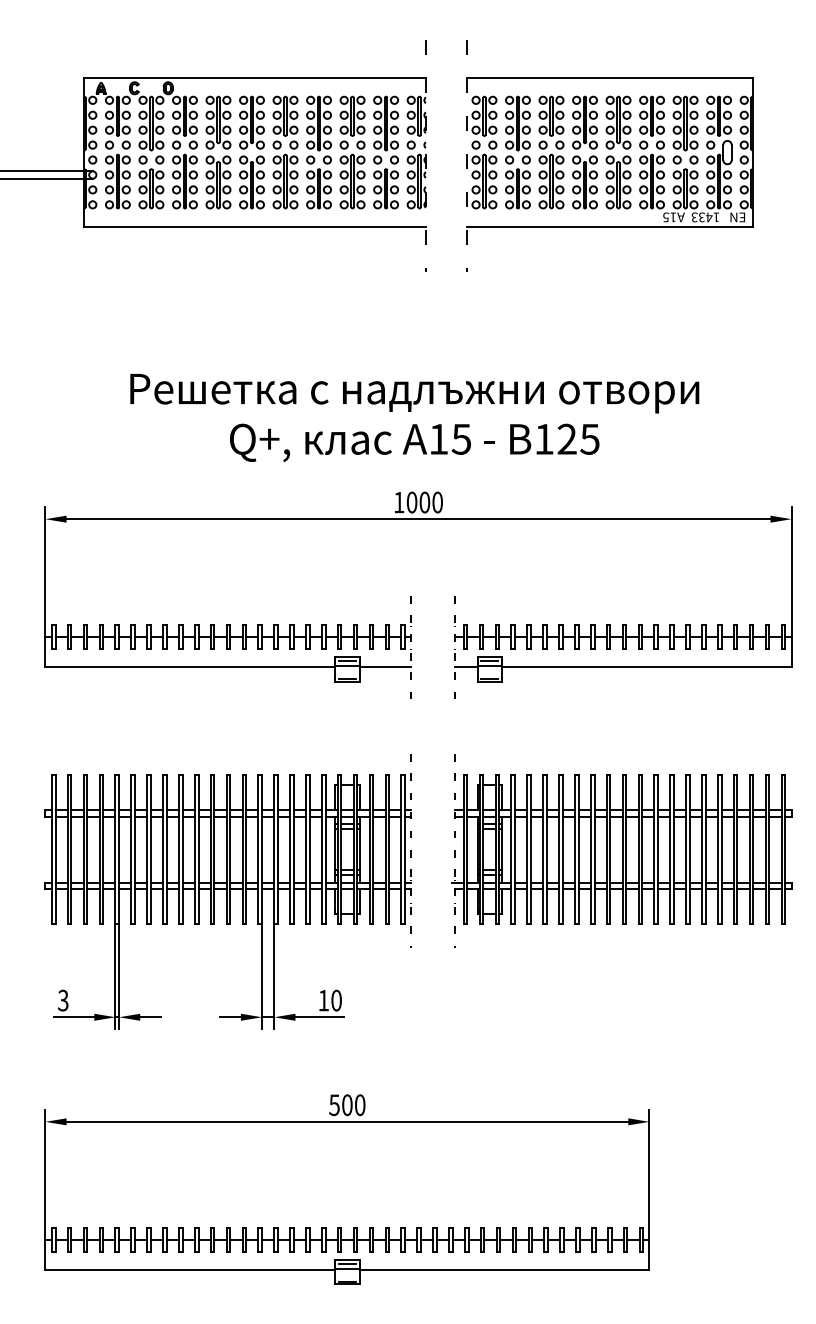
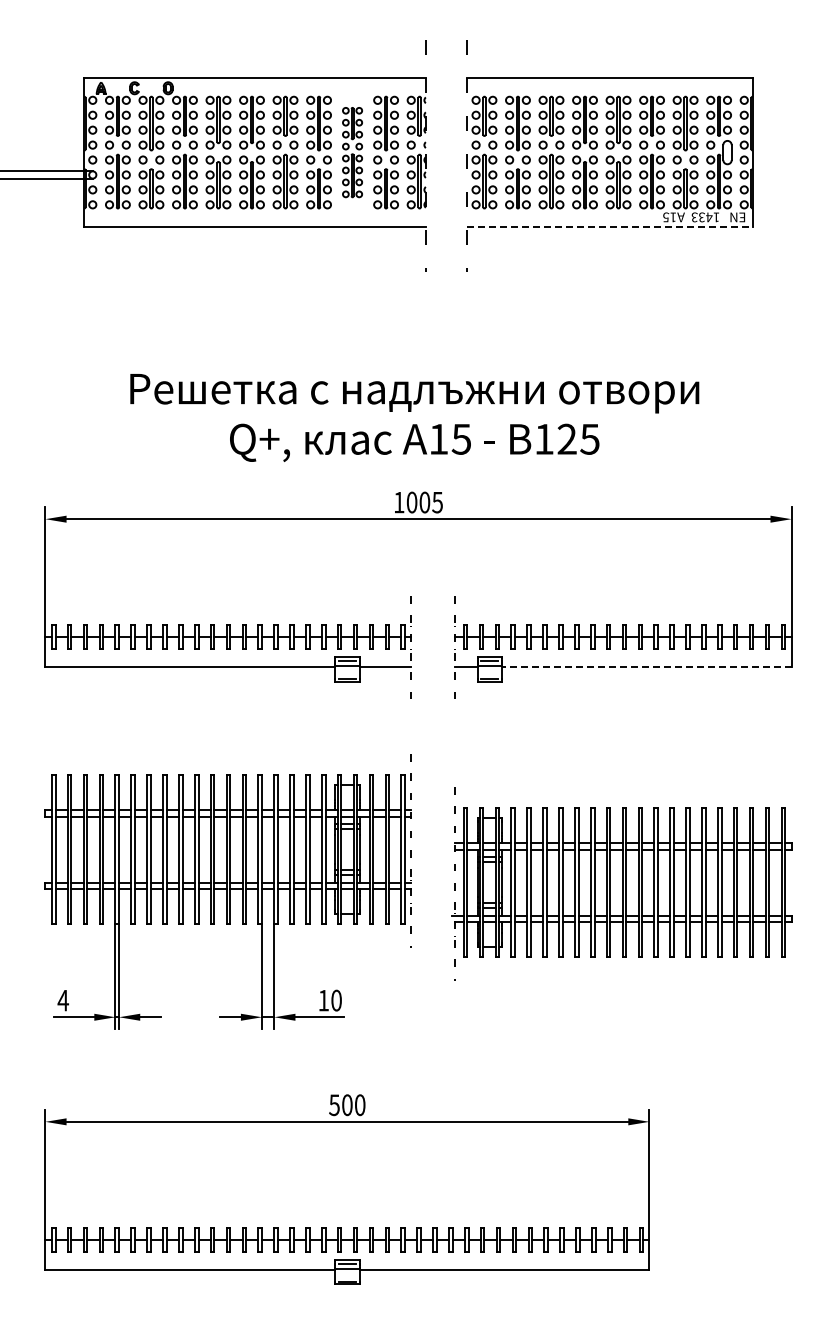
part at (352, 152) size: 27x115 px -> 21x92 px
line at (610, 227): solid -> dashed
text at (437, 502): 1000 -> 1005
line at (646, 667): solid -> dashed
part at (621, 850) position: (621, 850) -> (621, 883)
text at (63, 1000): 3 -> 4
